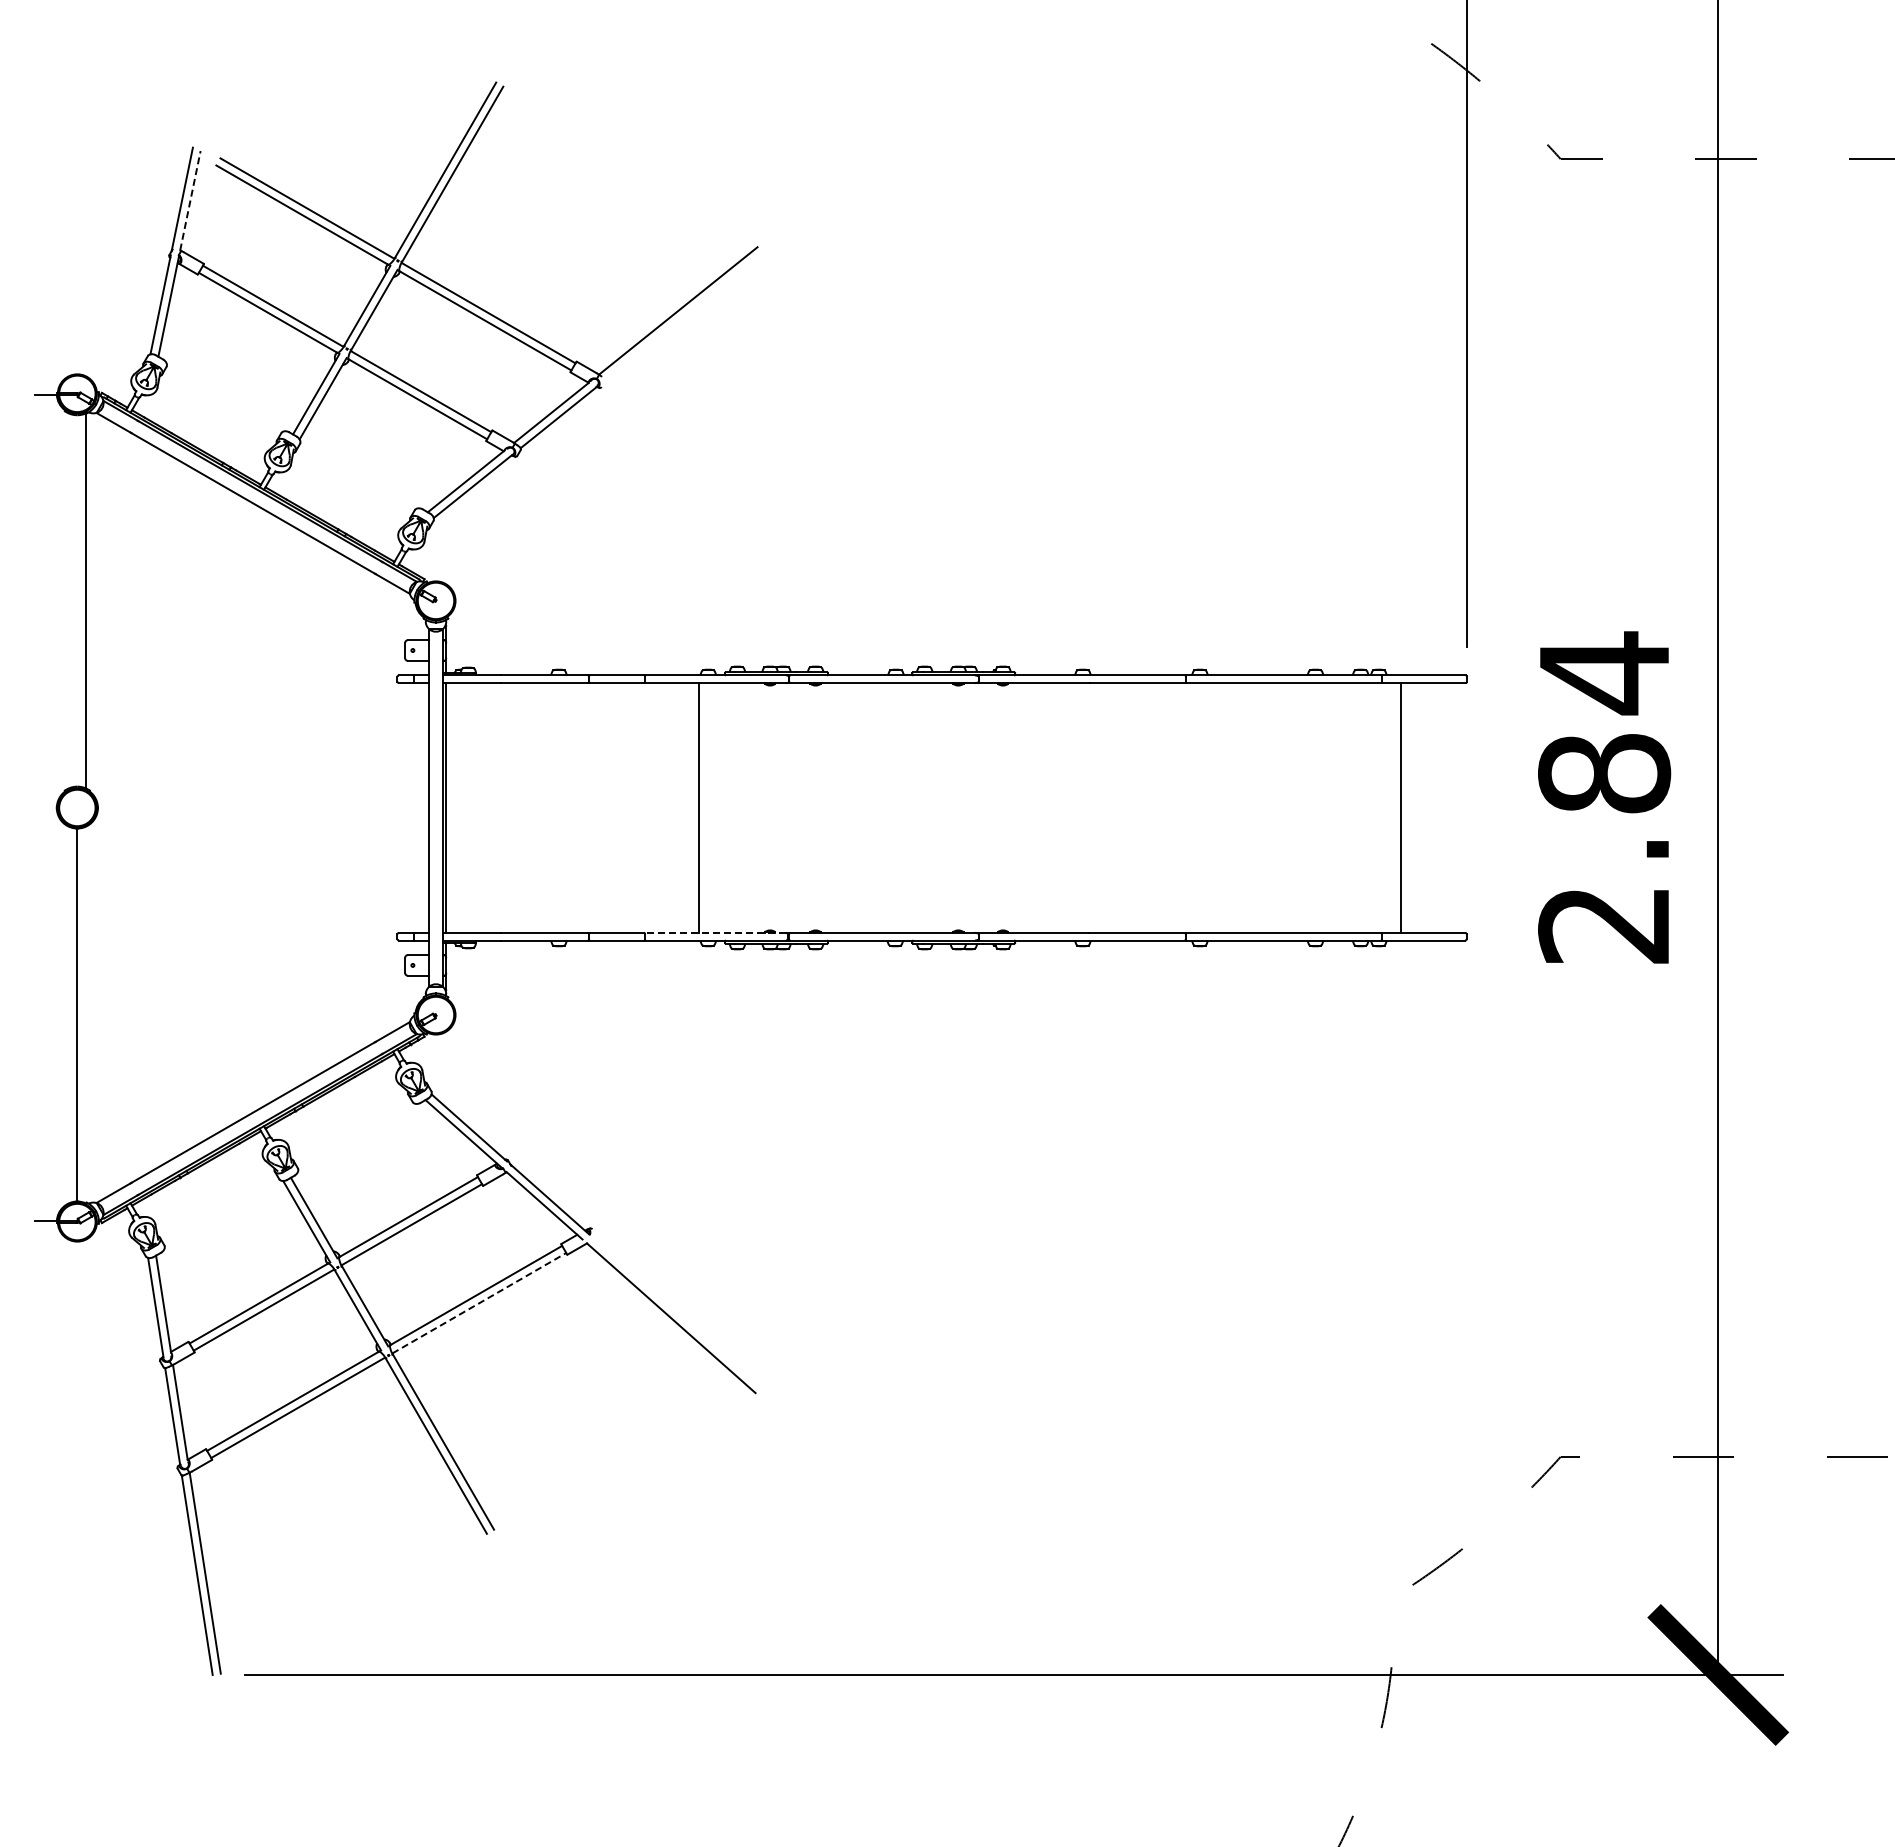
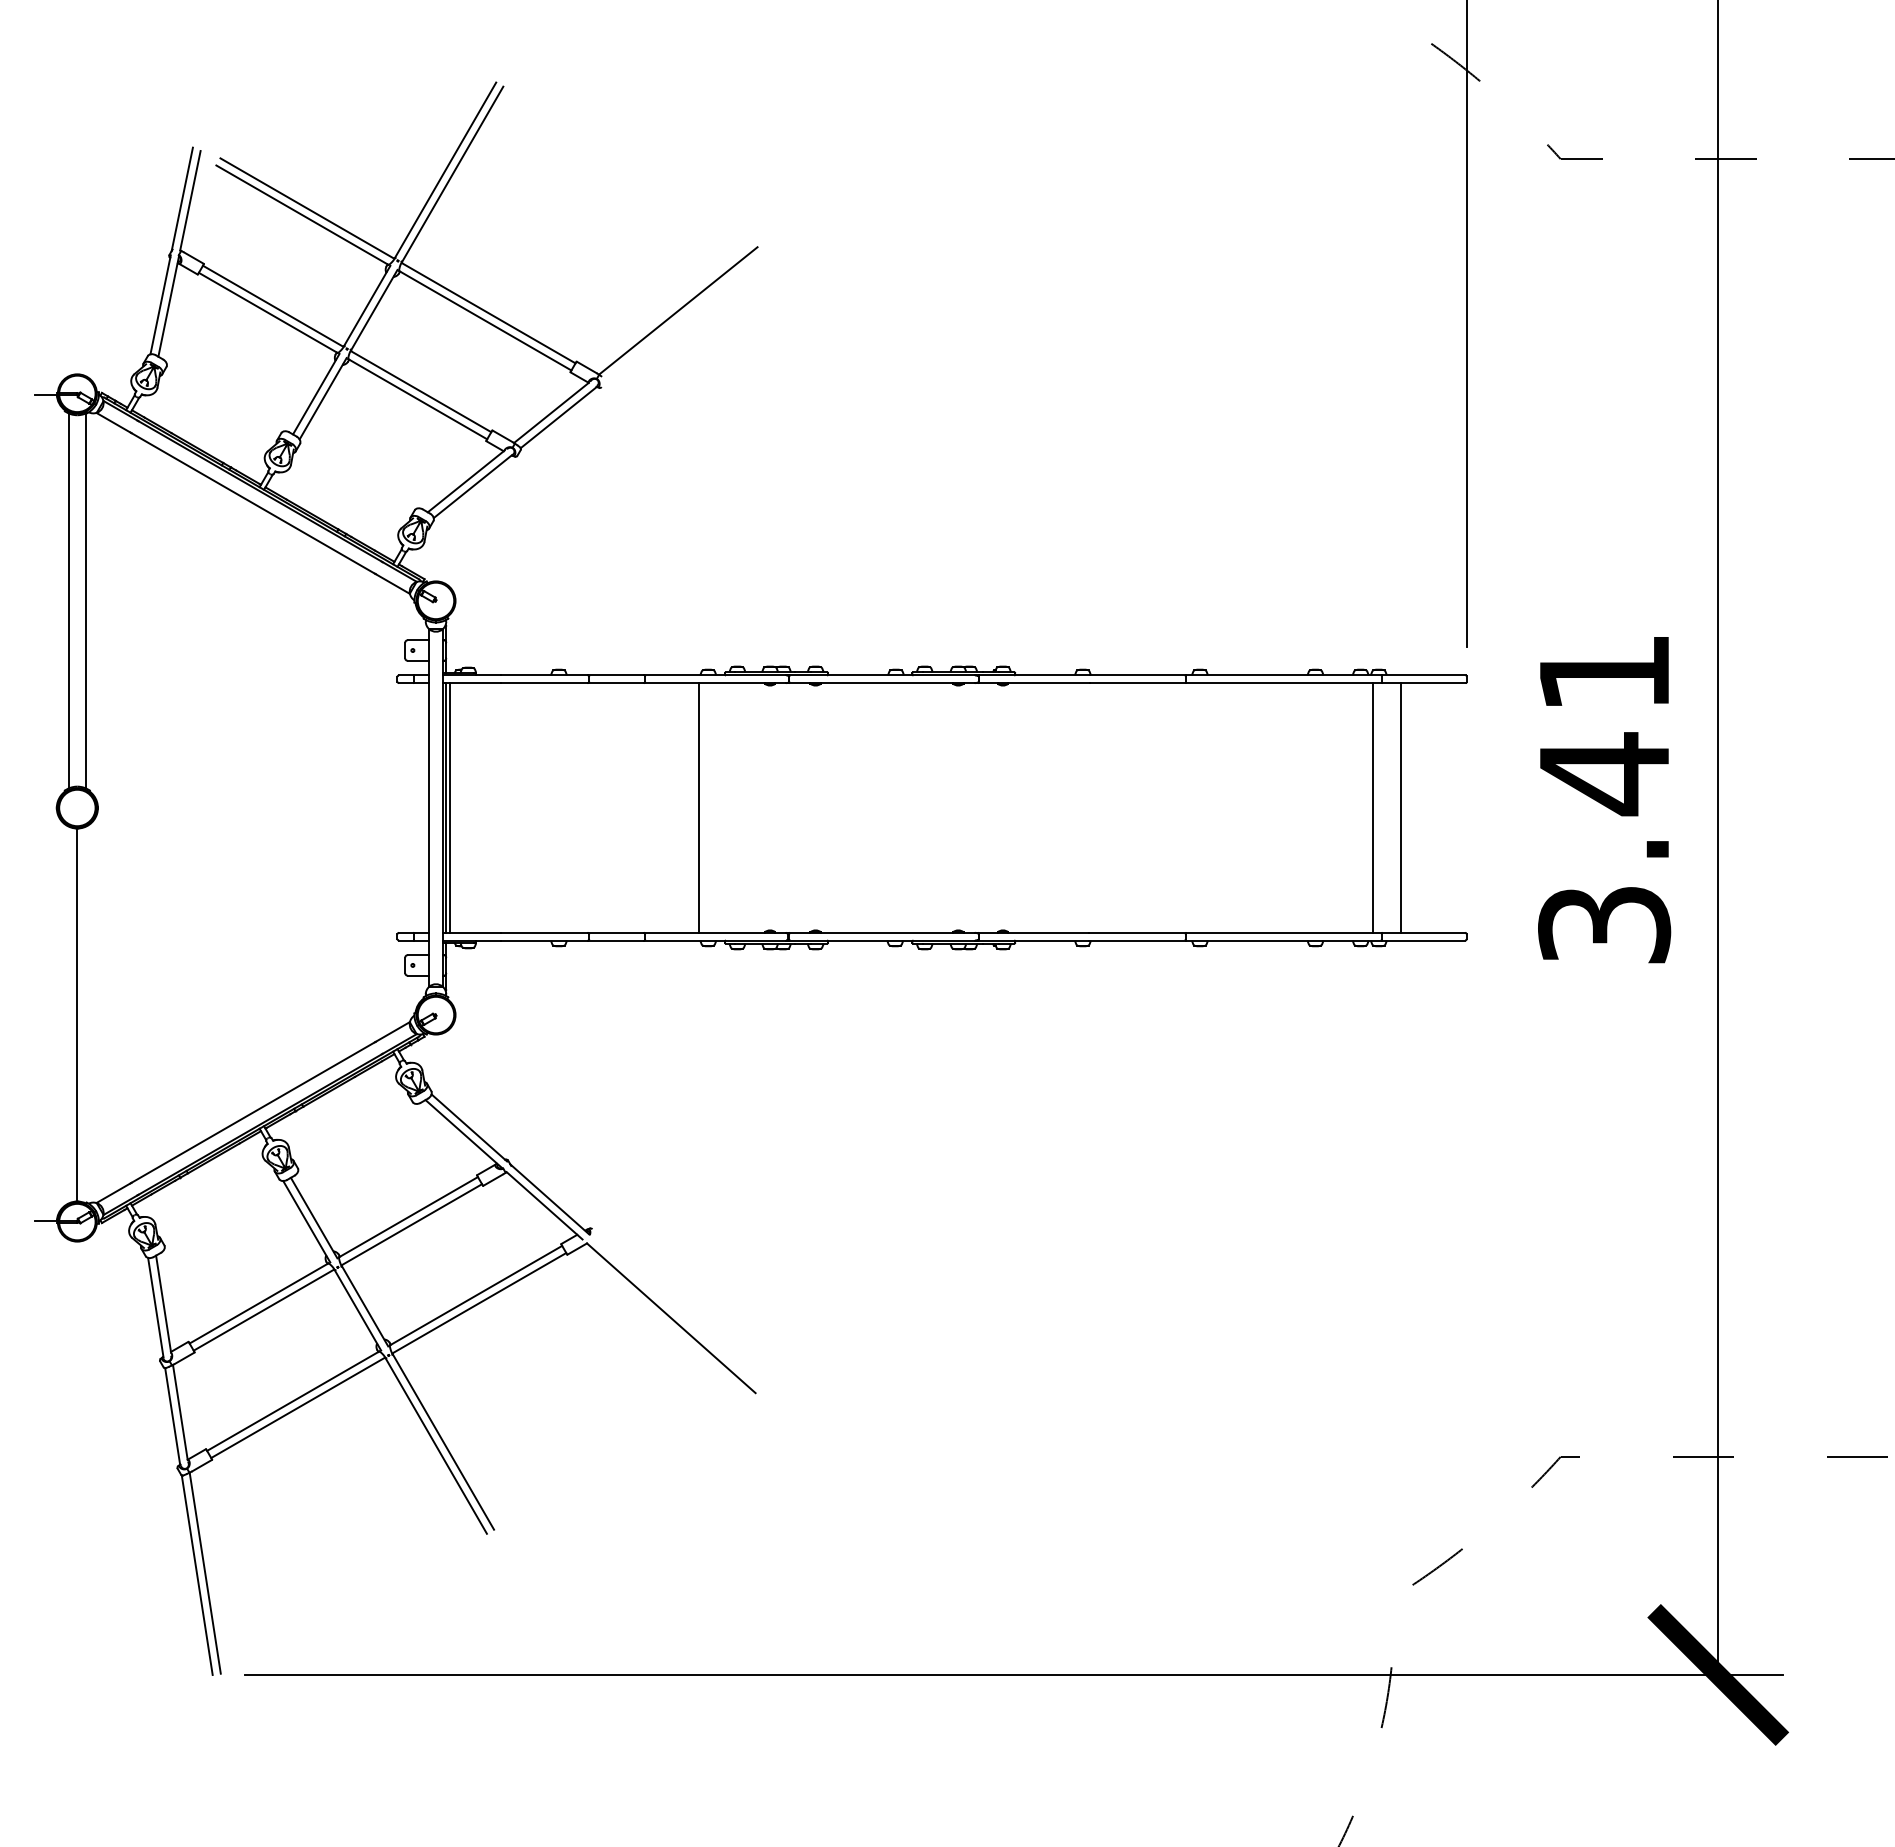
line at (190, 200): dashed -> solid
line at (68, 600): none -> present
text at (1604, 797): 2.84 -> 3.41
line at (449, 807): none -> present
line at (1372, 807): none -> present
line at (714, 932): dashed -> solid
line at (479, 1302): dashed -> solid
